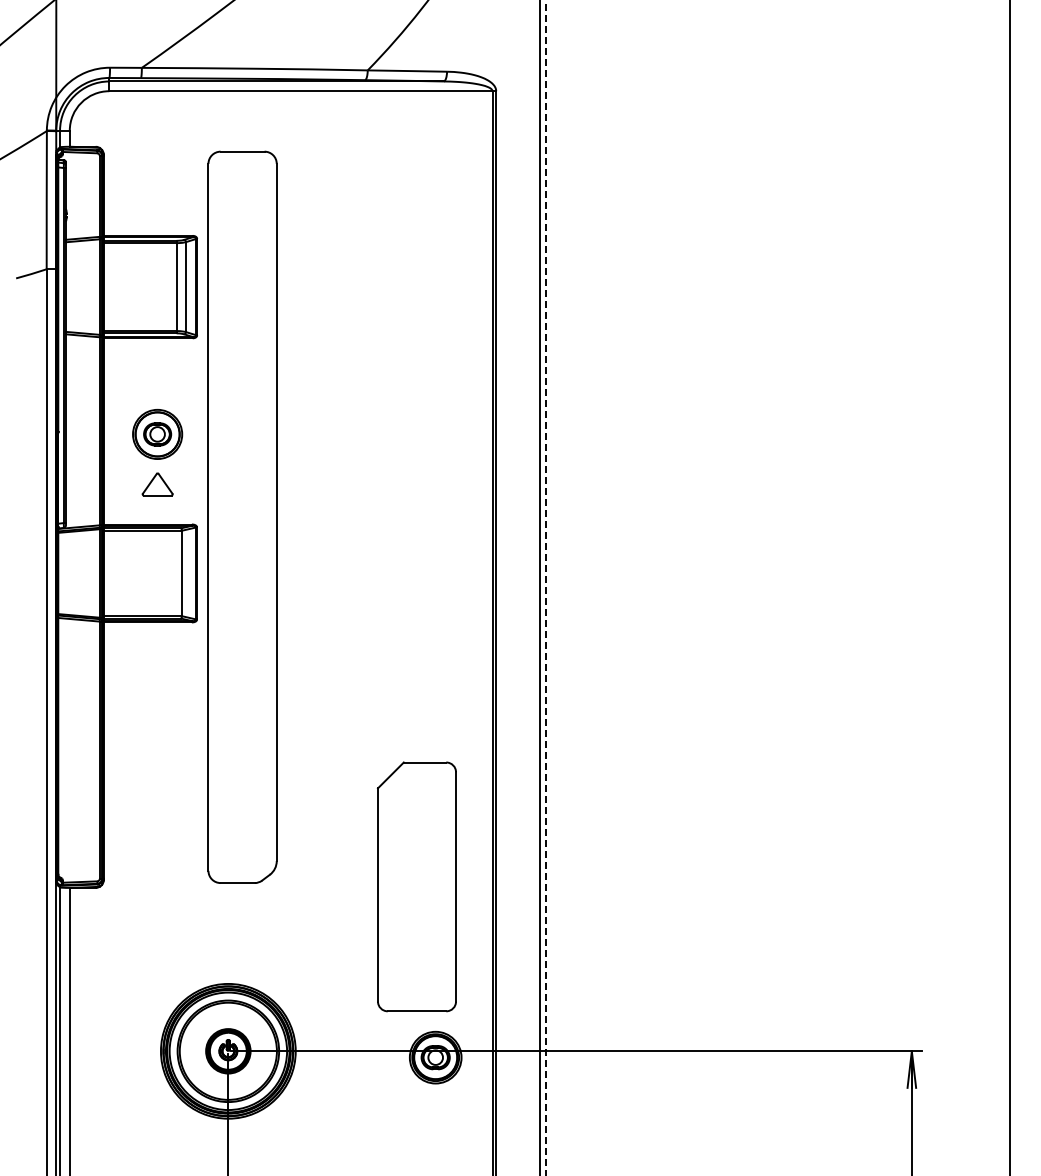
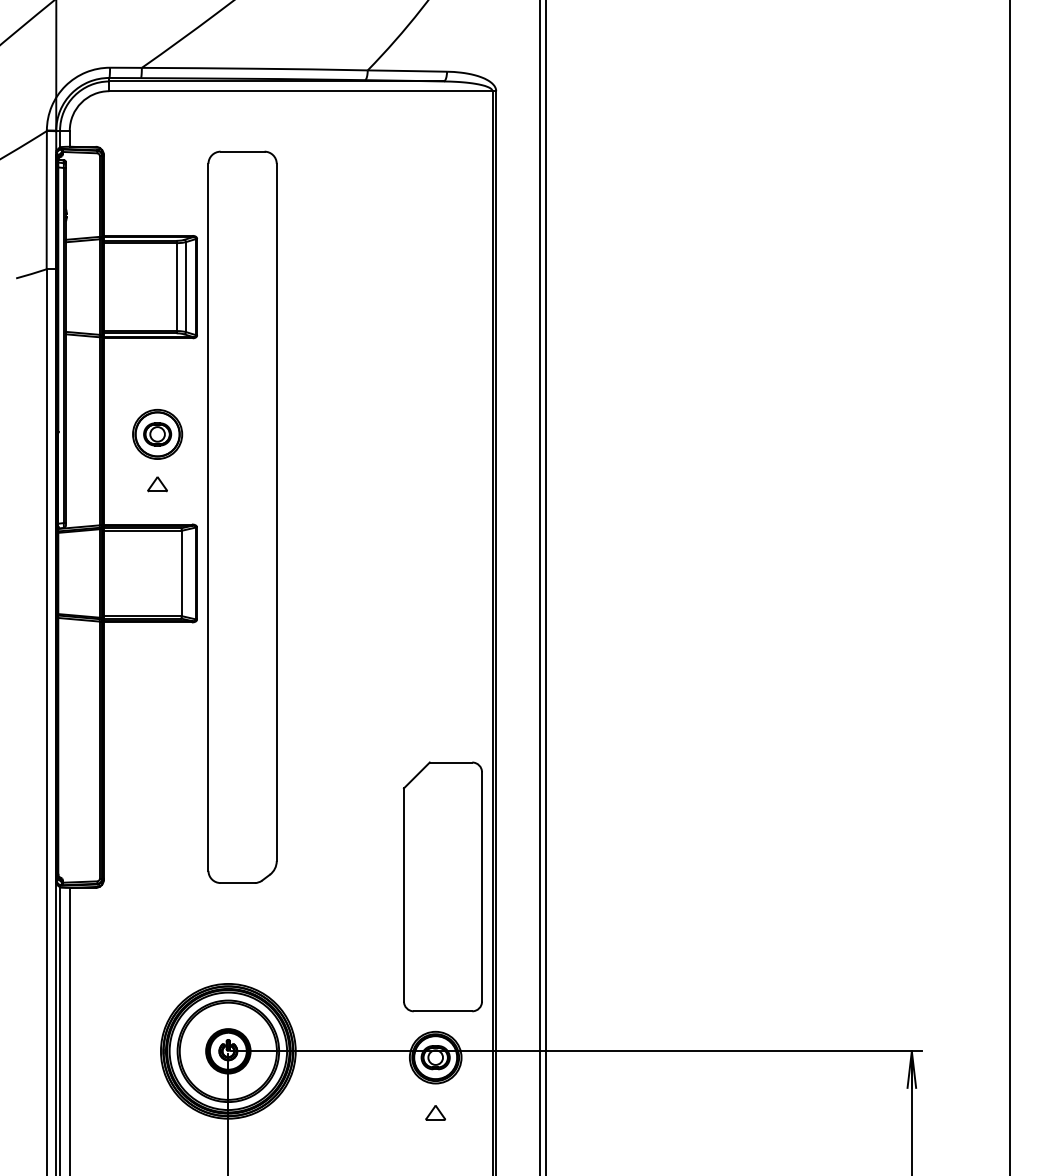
part at (157, 484) size: 33x25 px -> 21x17 px
line at (545, 588): dashed -> solid
part at (416, 886) position: (416, 886) -> (442, 886)
part at (435, 1112): none -> present
